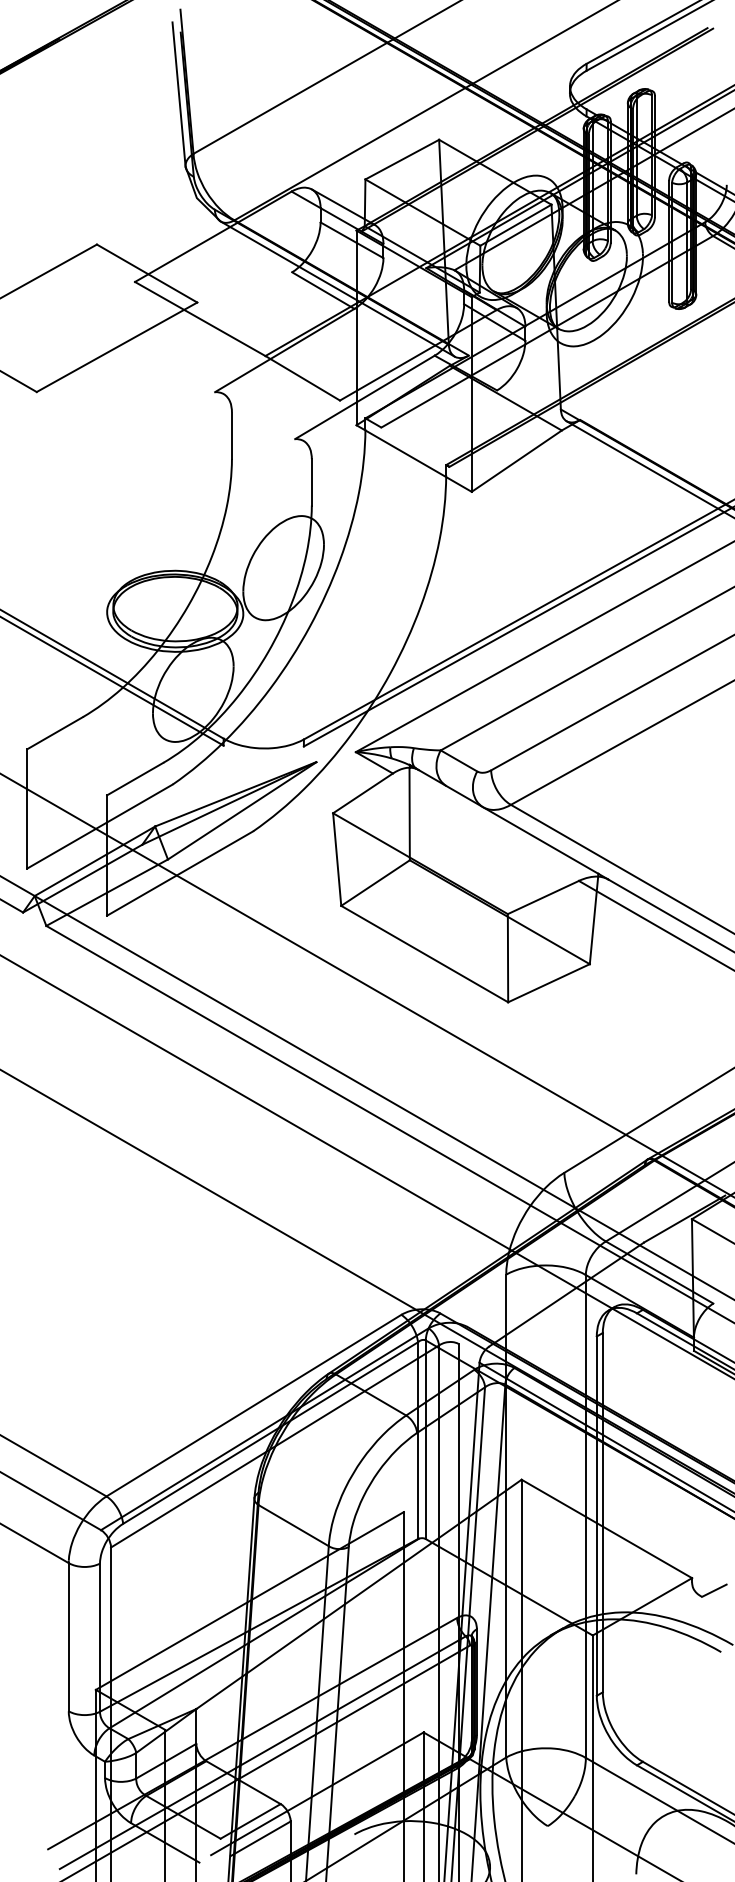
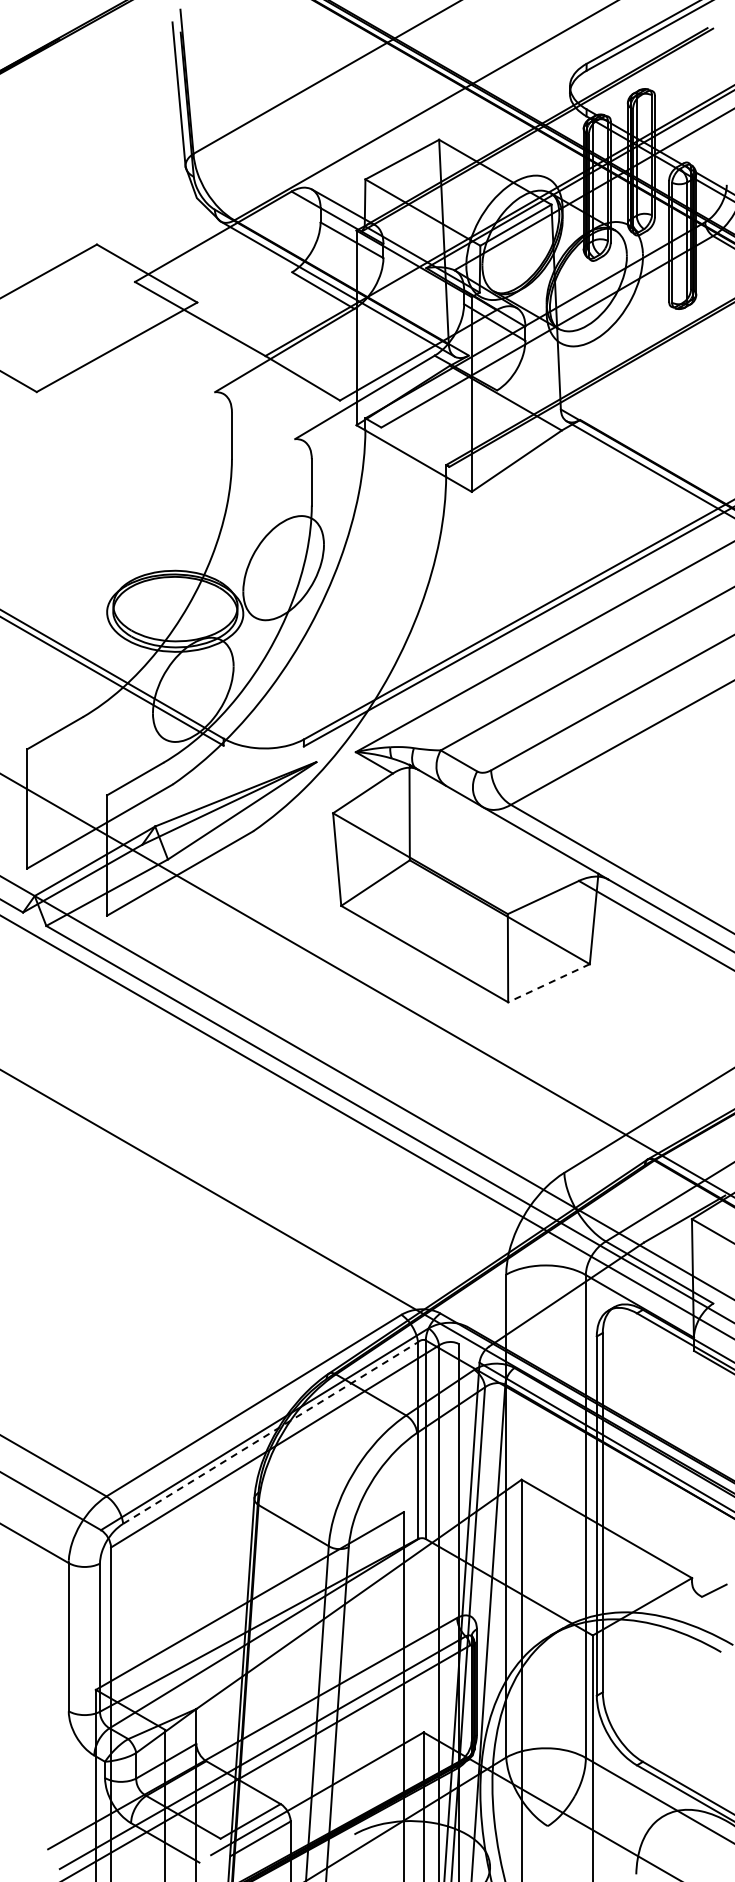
line at (548, 983): solid -> dashed
line at (366, 1166) position: (366, 1166) -> (366, 1126)
line at (271, 1432): solid -> dashed
